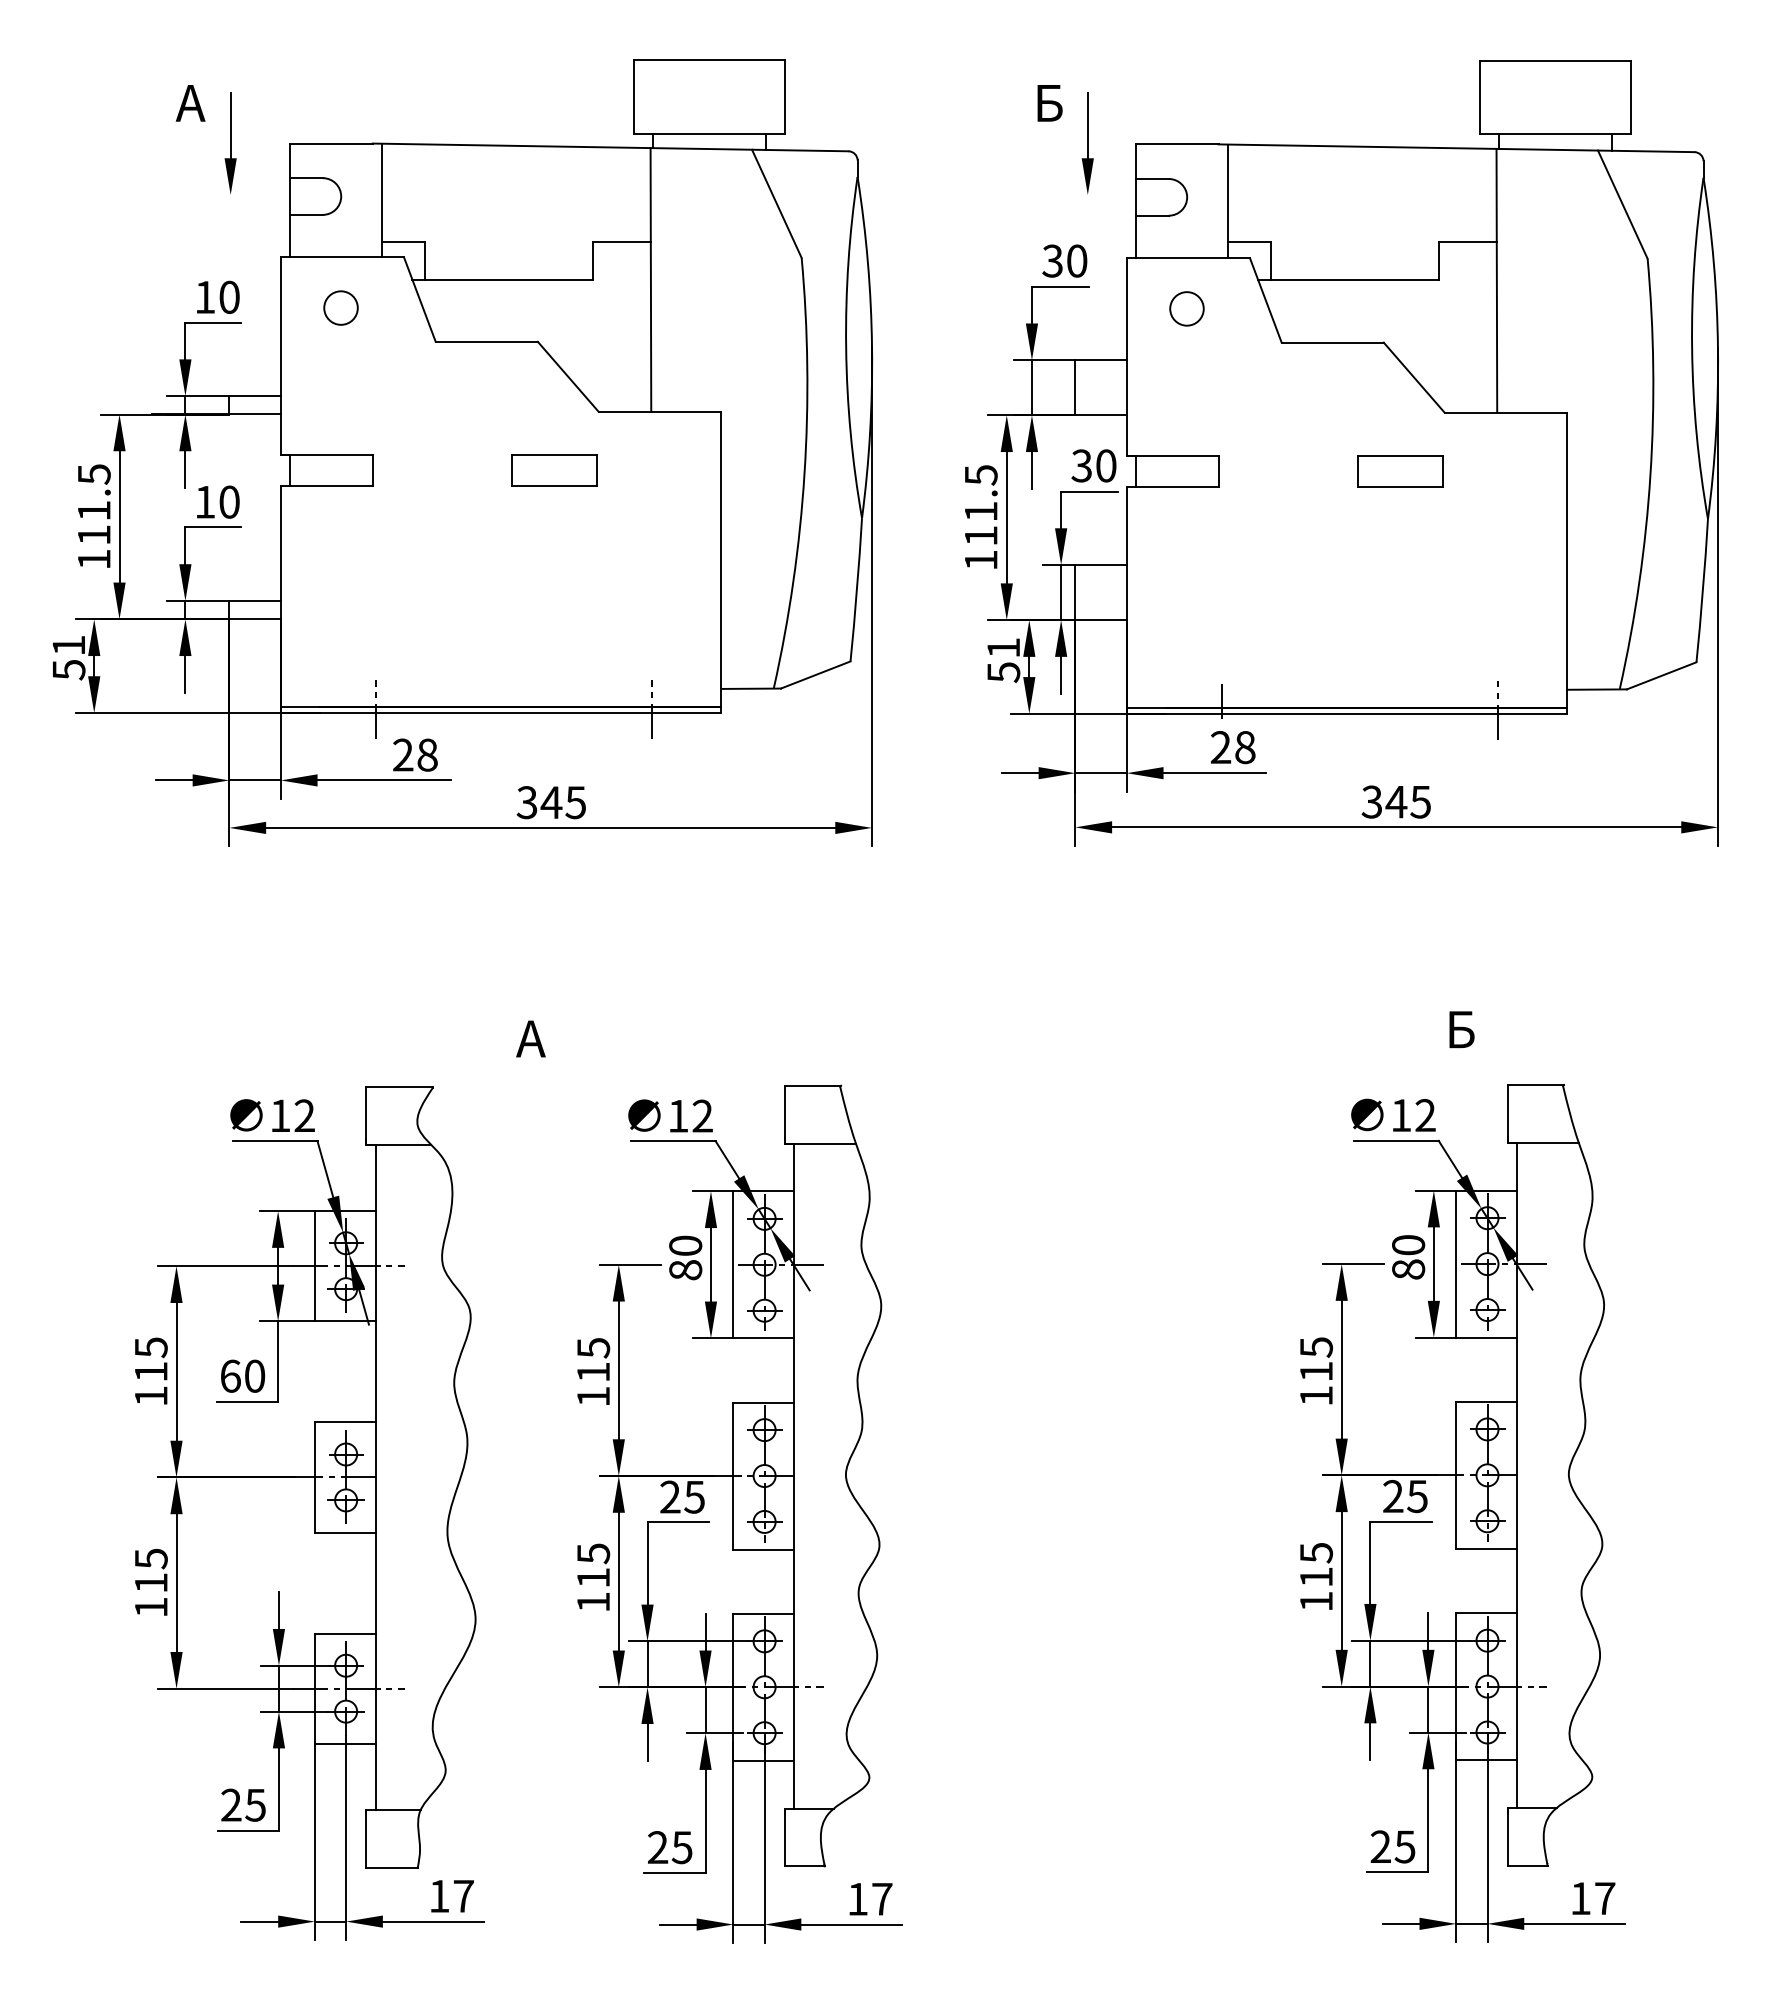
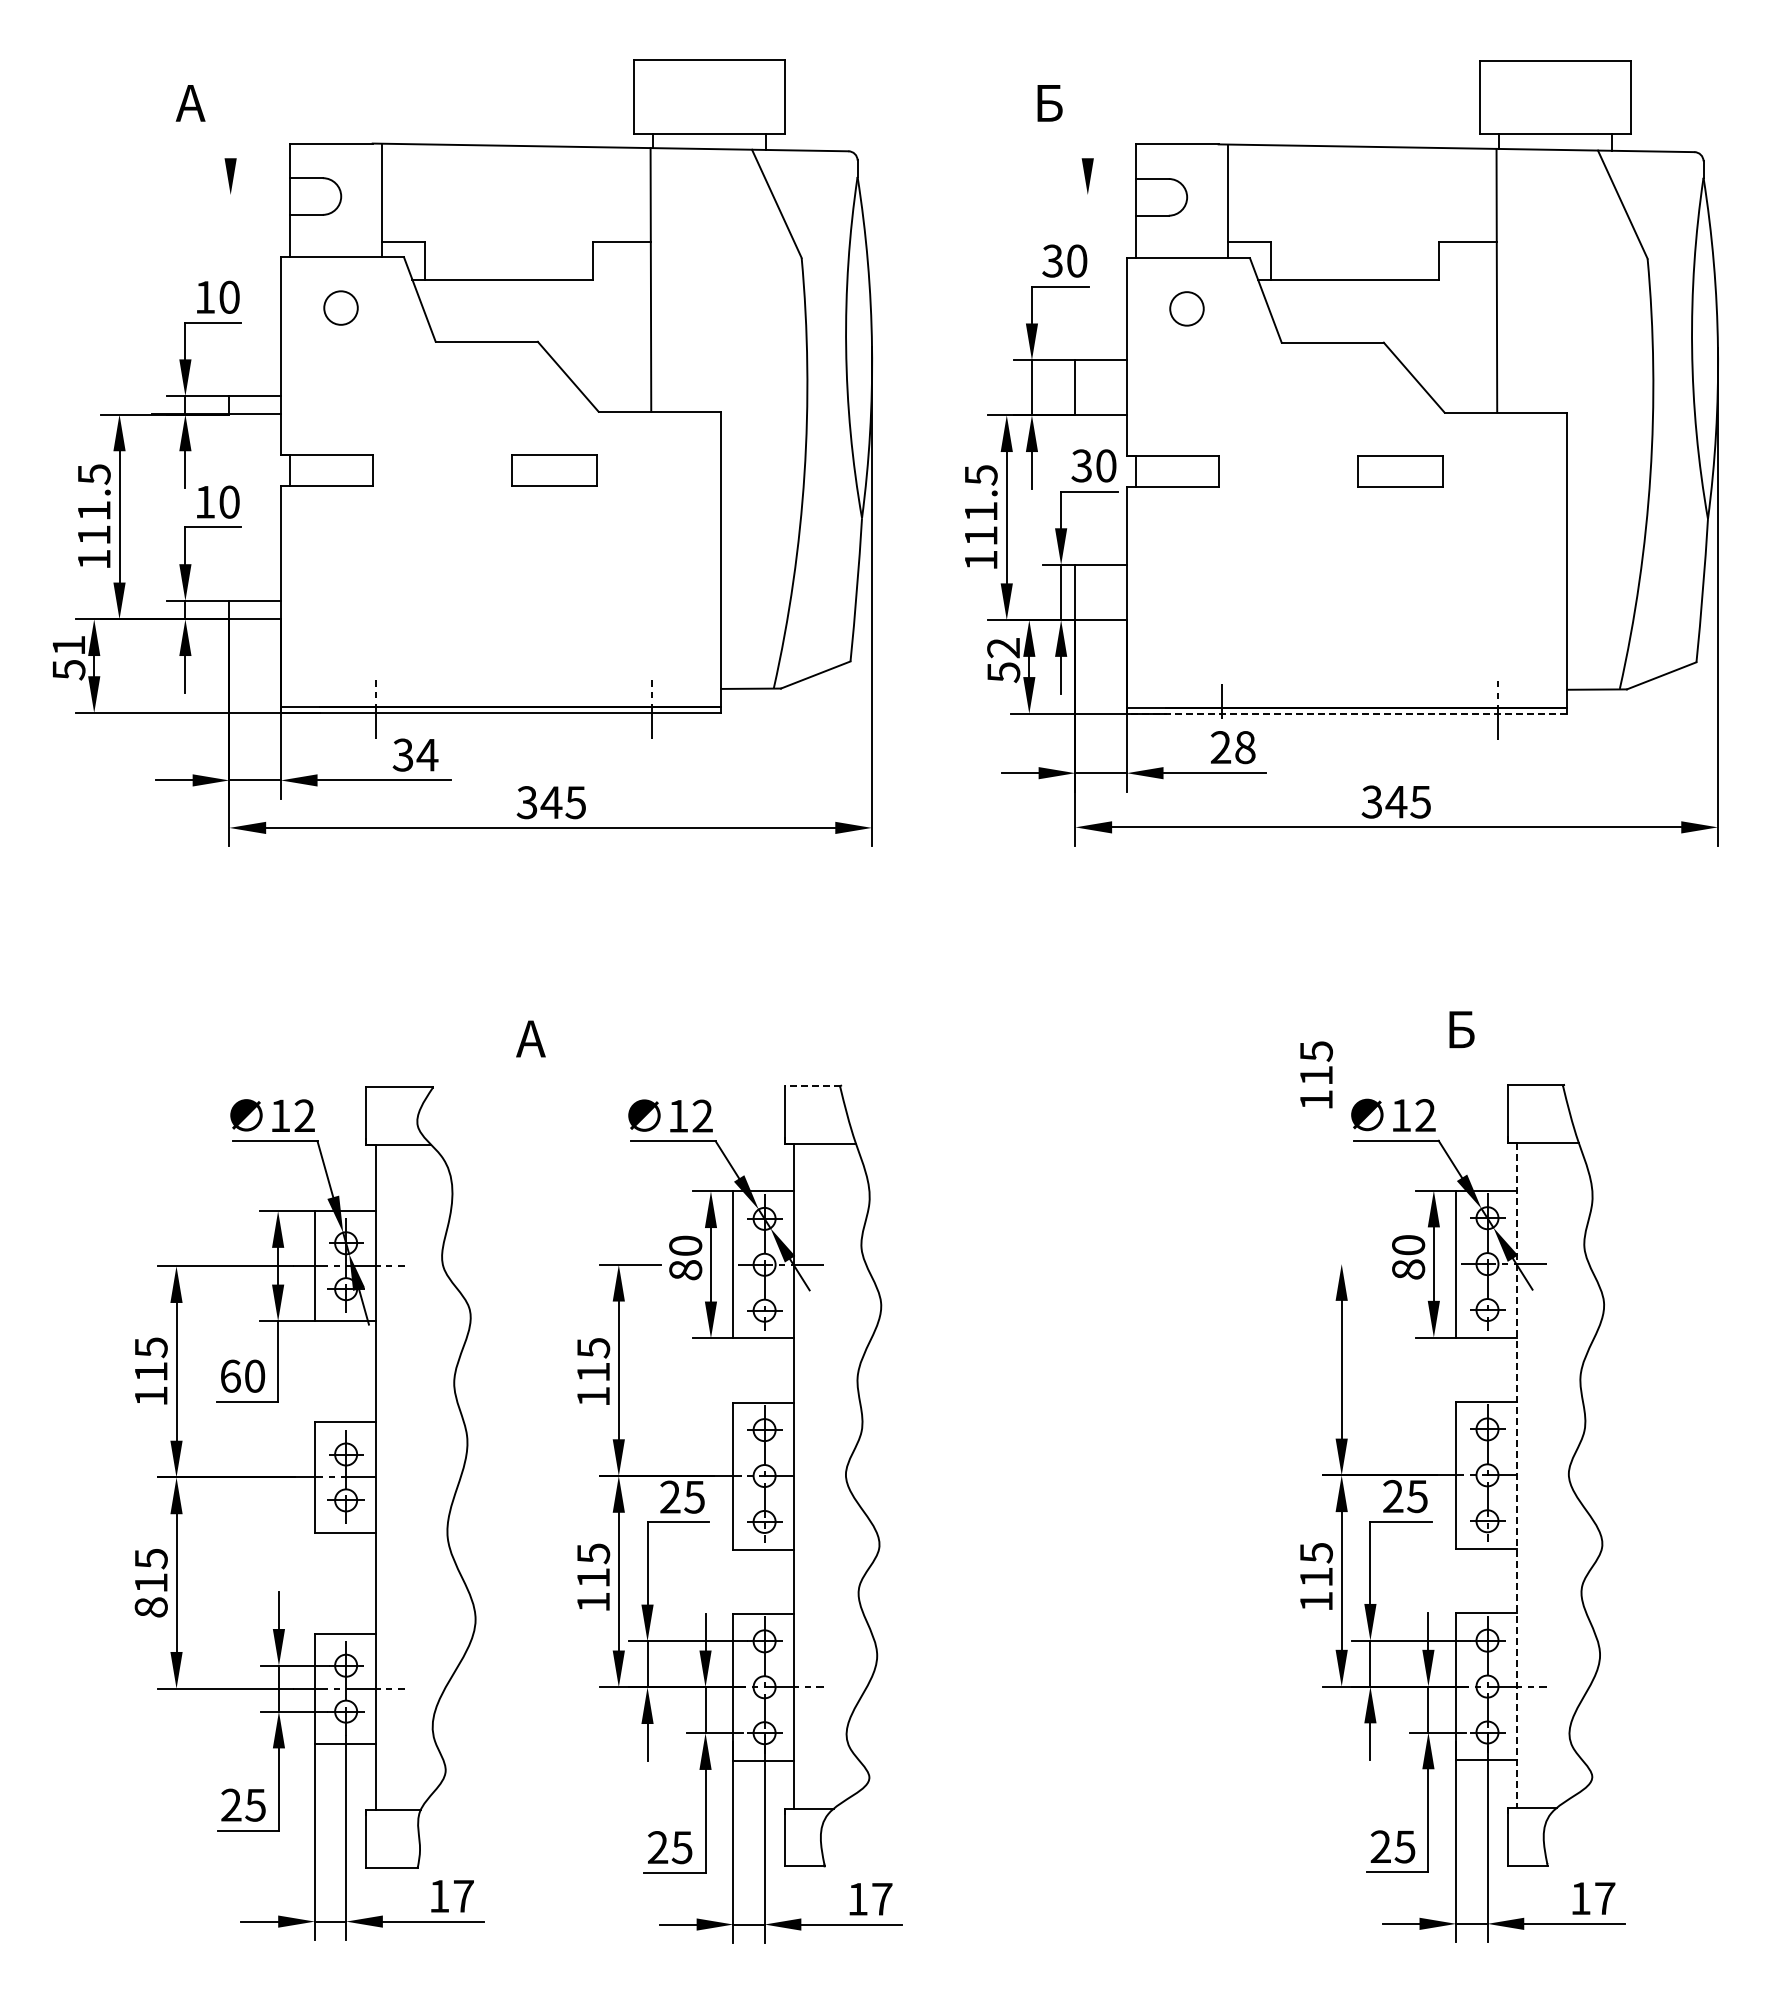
line at (230, 125): present -> none
line at (1087, 125): present -> none
text at (1003, 648): 51 -> 52
line at (1346, 713): solid -> dashed
text at (415, 754): 28 -> 34
line at (812, 1085): solid -> dashed
line at (1353, 1264): present -> none
text at (1316, 1370) position: (1316, 1370) -> (1316, 1074)
line at (1516, 1475): solid -> dashed
text at (150, 1607): 115 -> 815
